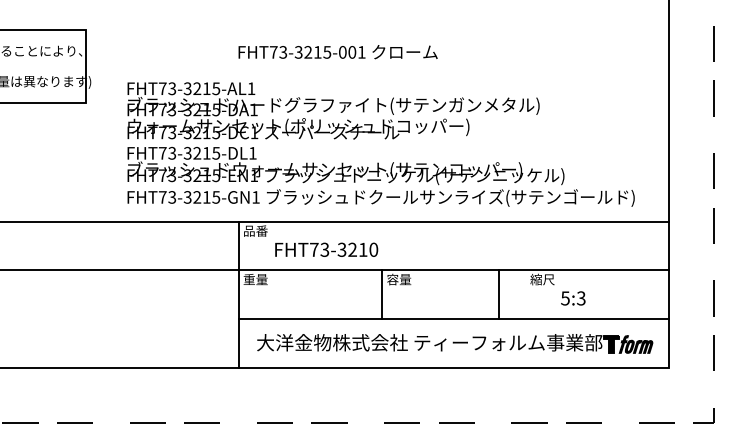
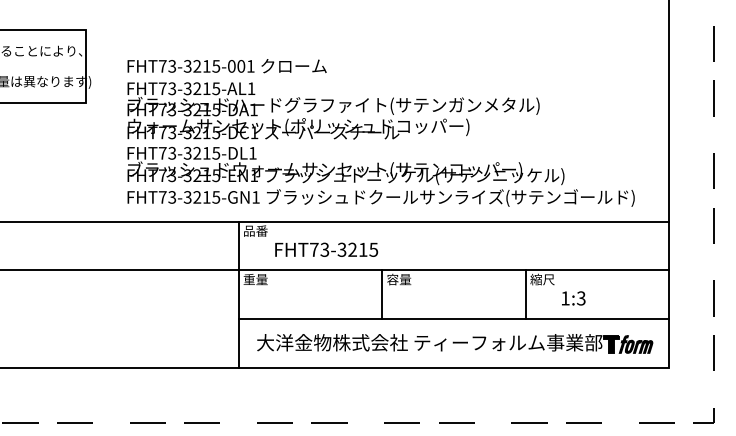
text at (337, 52) position: (337, 52) -> (226, 66)
text at (373, 249): FHT73-3210 -> FHT73-3215
line at (498, 294) position: (498, 294) -> (525, 294)
text at (565, 298): 5:3 -> 1:3
